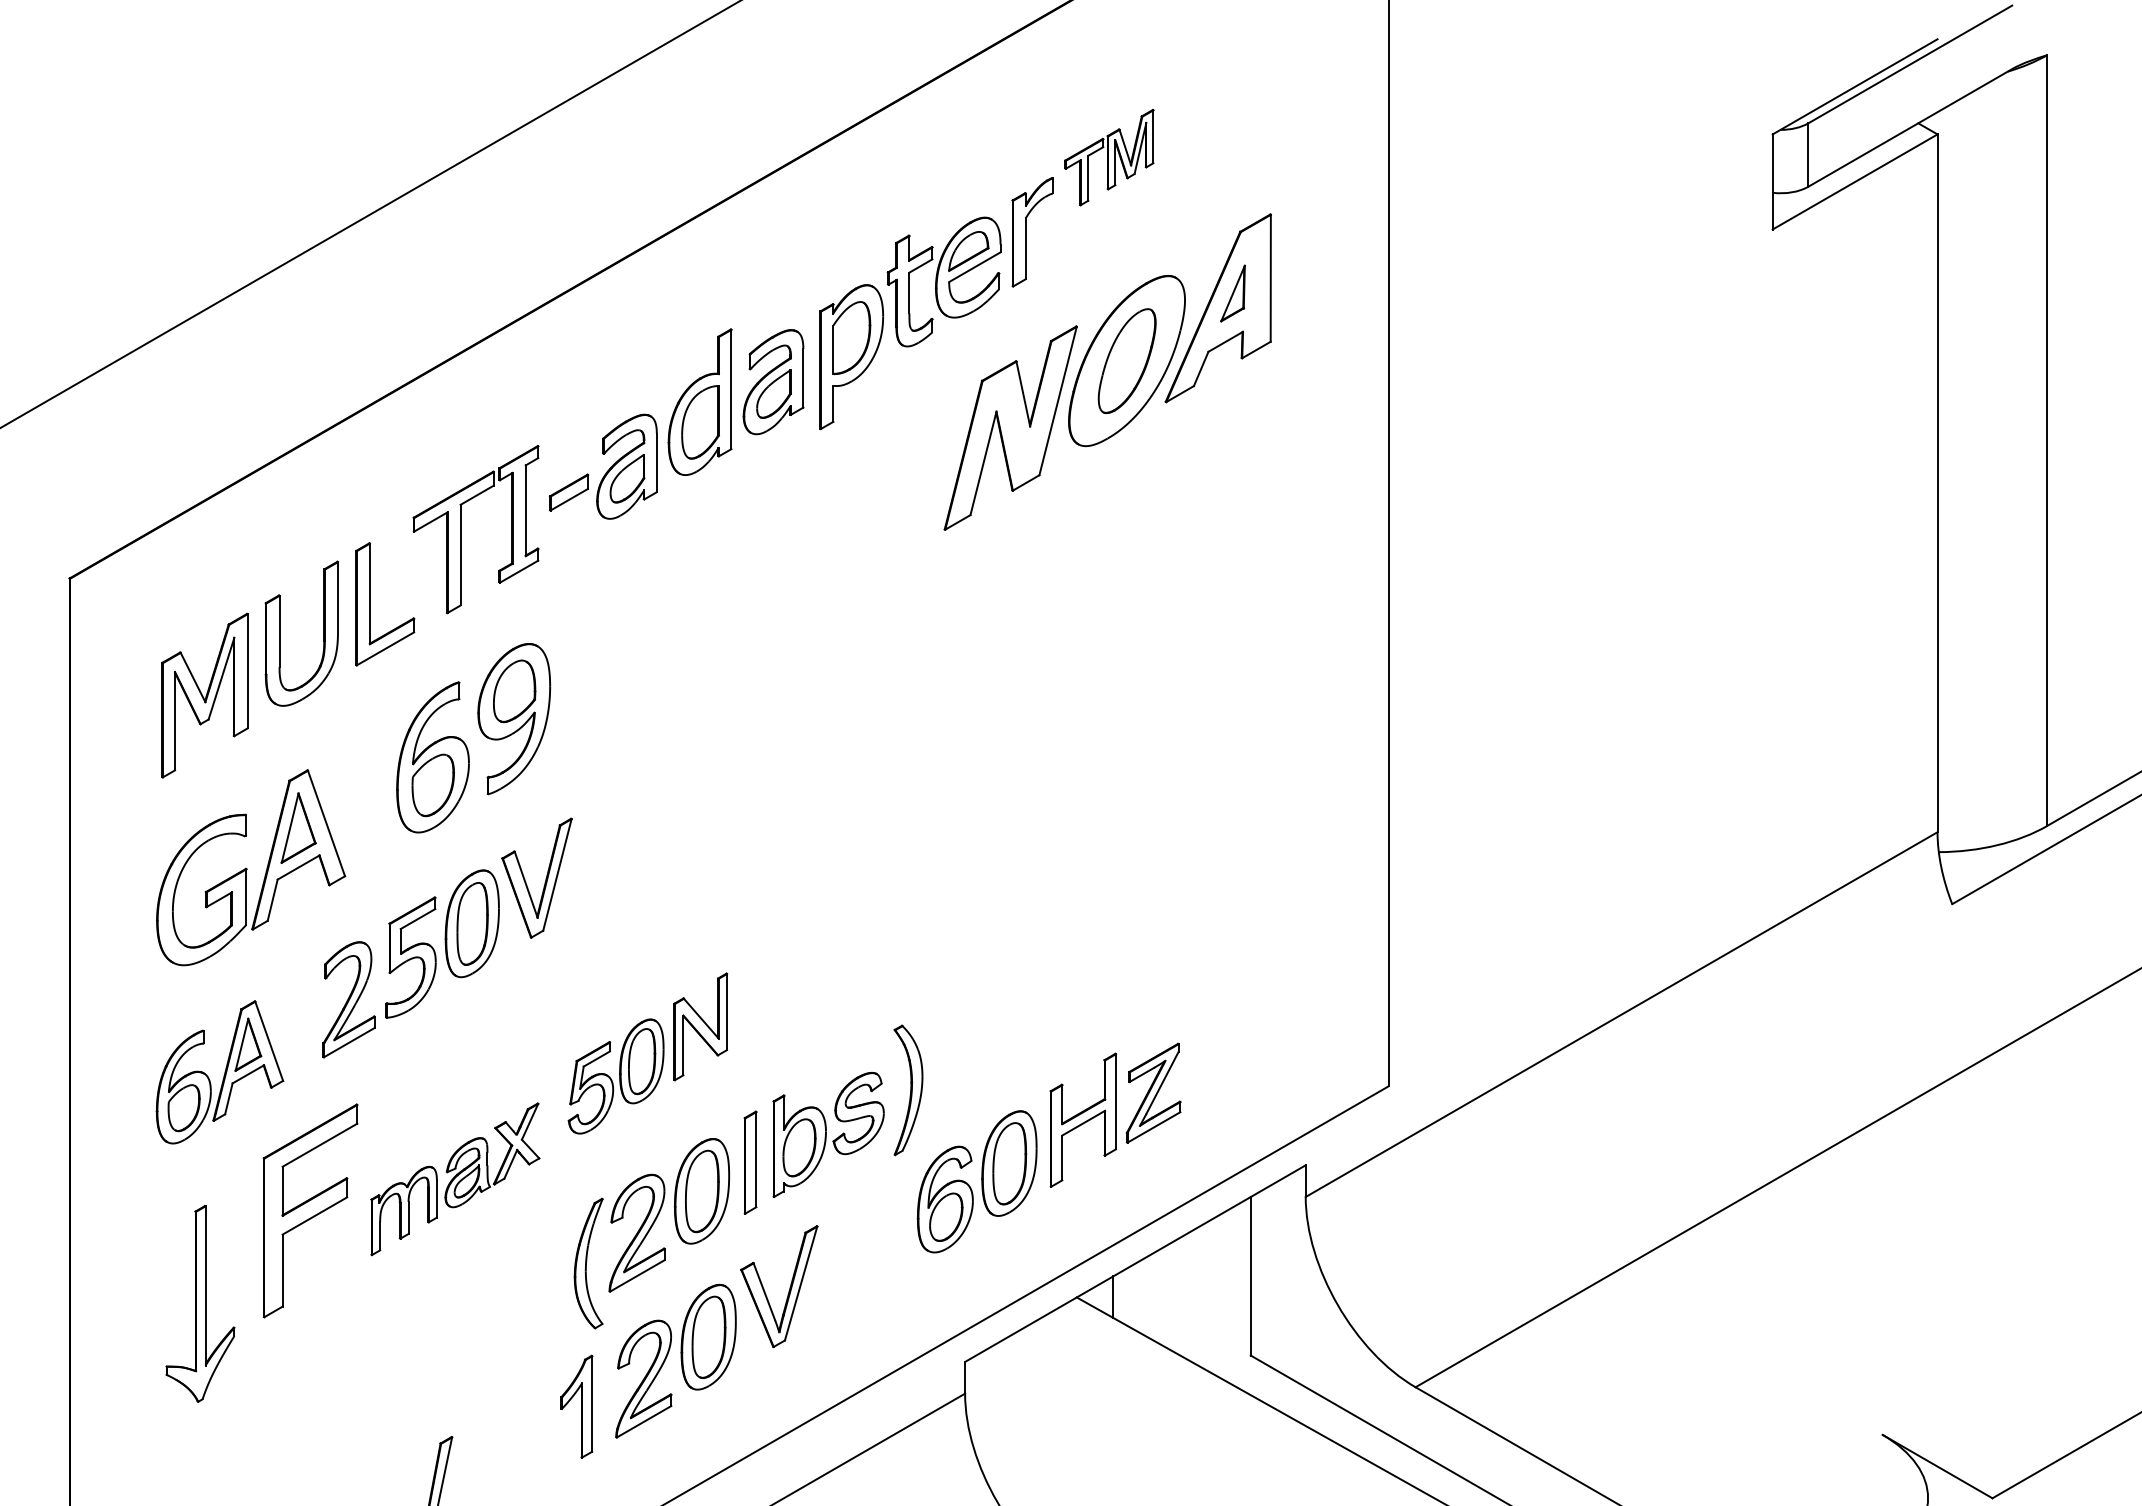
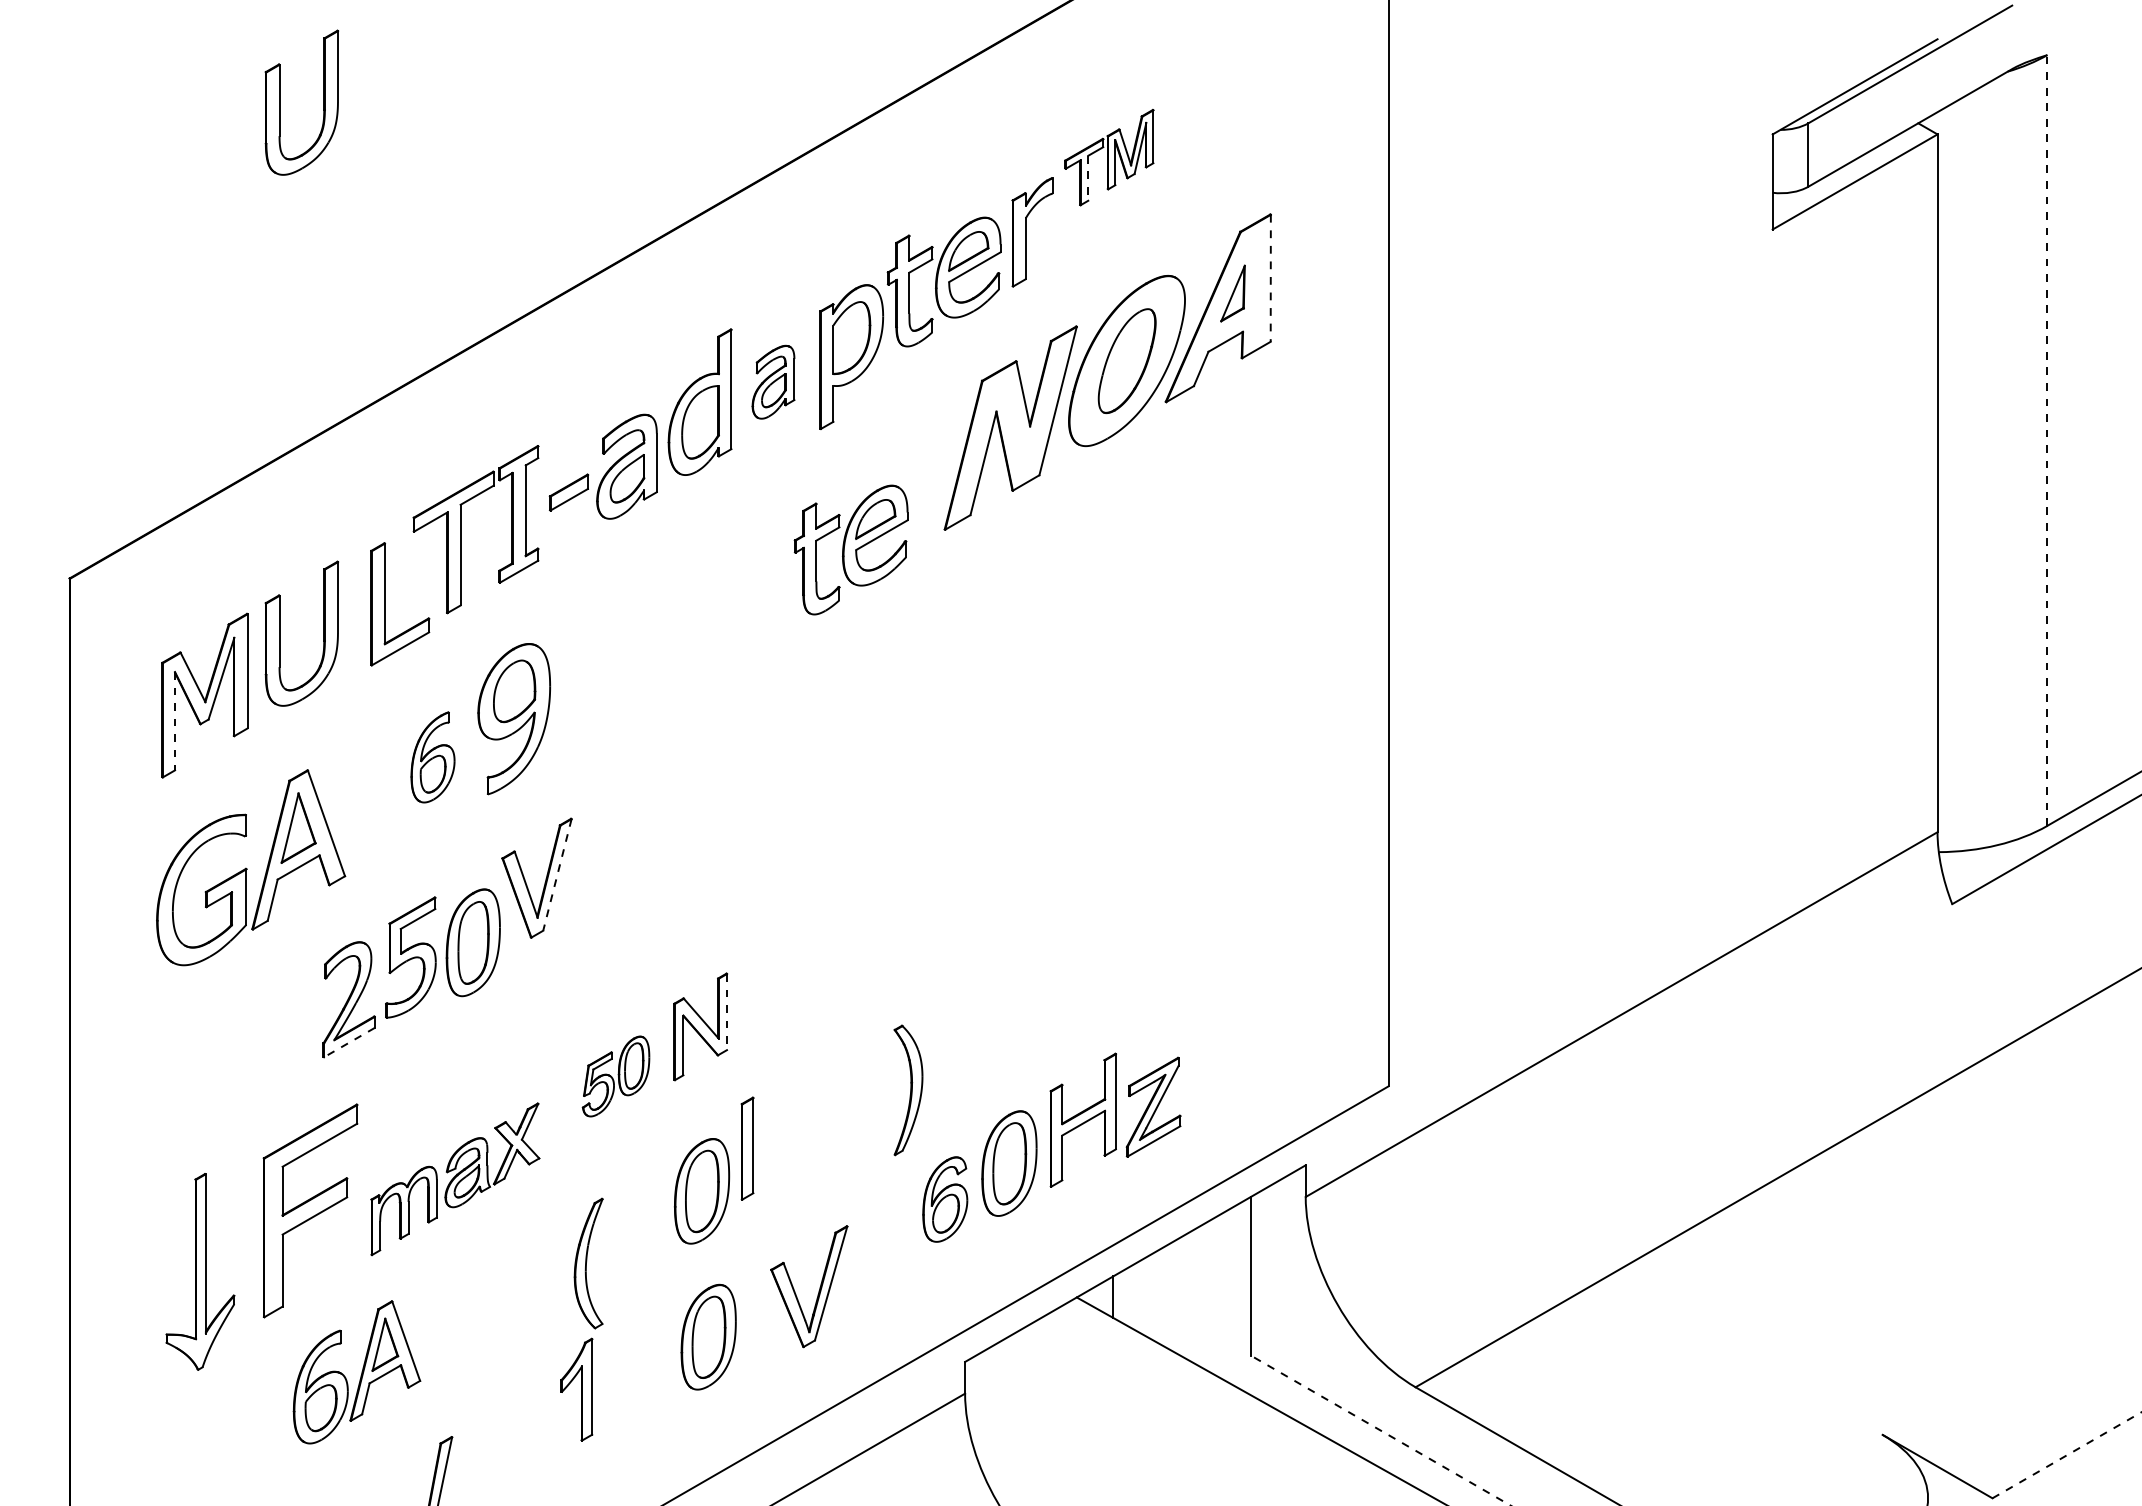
part at (280, 102): none -> present
line at (1088, 178): solid -> dashed
line at (370, 214): present -> none
line at (1270, 278): solid -> dashed
part at (773, 382) size: 63x107 px -> 45x76 px
line at (2047, 439): solid -> dashed
part at (850, 549): none -> present
part at (370, 604) position: (370, 604) -> (385, 604)
line at (175, 721): solid -> dashed
part at (432, 757) size: 74x153 px -> 46x93 px
line at (557, 874): solid -> dashed
part at (471, 923) position: (471, 923) -> (472, 942)
line at (726, 1012): solid -> dashed
line at (348, 1042): solid -> dashed
part at (219, 1072) position: (219, 1072) -> (356, 1372)
part at (615, 1076) size: 98x117 px -> 70x83 px
part at (1153, 1092) position: (1153, 1092) -> (1153, 1106)
part at (828, 1134): present -> none
part at (750, 1162) position: (750, 1162) -> (747, 1148)
part at (944, 1199) size: 58x109 px -> 47x87 px
part at (636, 1232): present -> none
part at (788, 1290) position: (788, 1290) -> (818, 1290)
part at (200, 1303) position: (200, 1303) -> (200, 1271)
part at (643, 1378): present -> none
part at (576, 1406) position: (576, 1406) -> (576, 1389)
line at (1380, 1430): solid -> dashed
line at (2066, 1455): solid -> dashed
